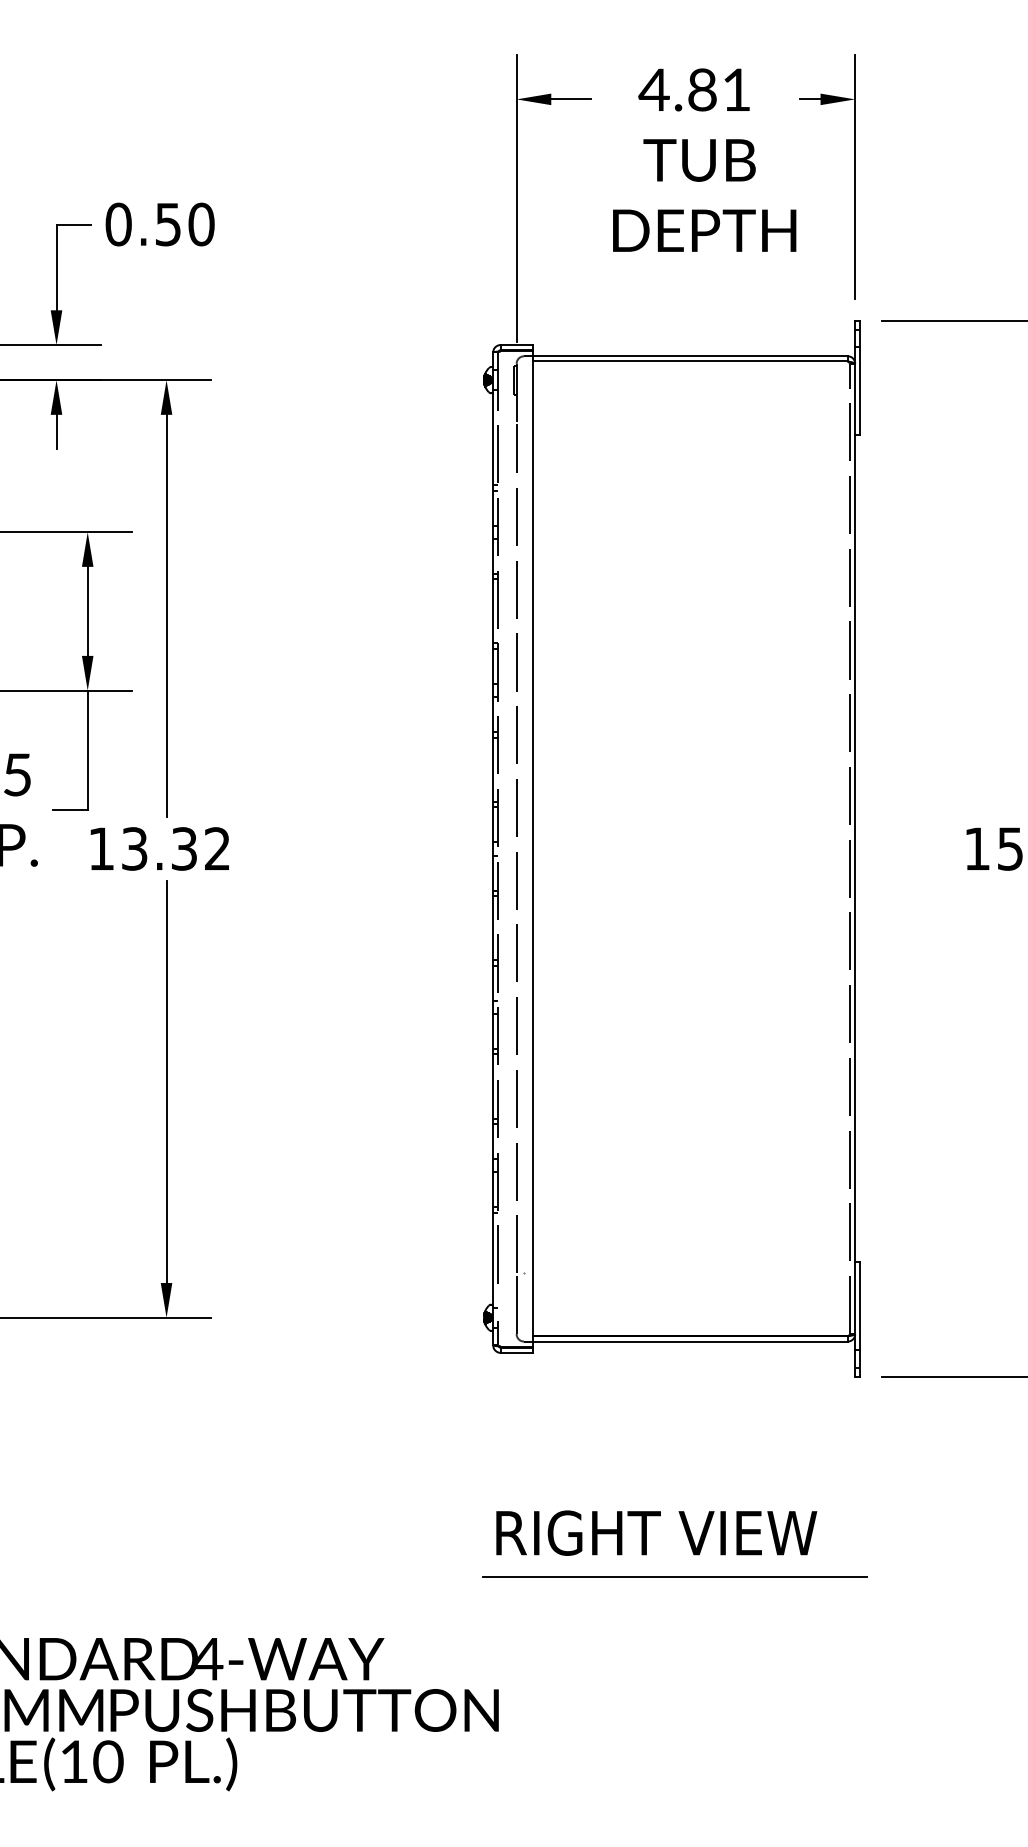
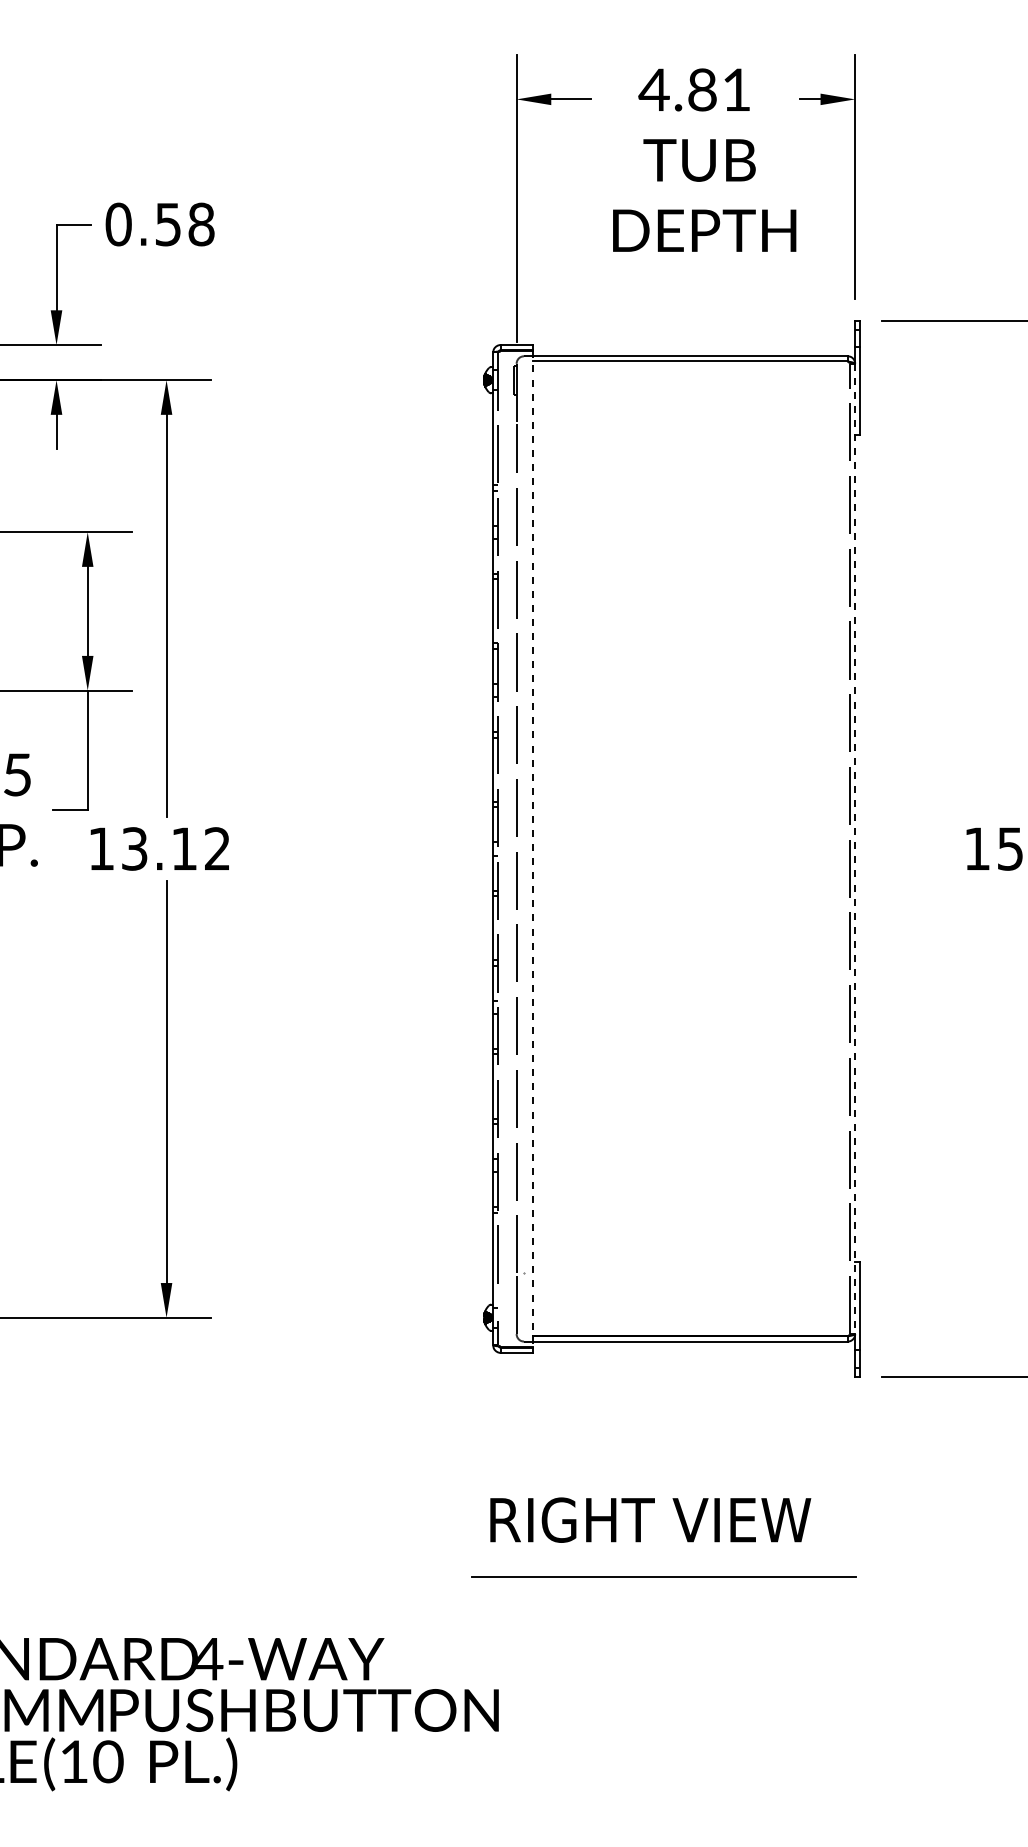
text at (201, 224): 0.50 -> 0.58
text at (184, 848): 13.32 -> 13.12
line at (532, 848): solid -> dashed
line at (855, 849): solid -> dashed
text at (656, 1532) position: (656, 1532) -> (650, 1519)
line at (674, 1576) position: (674, 1576) -> (663, 1576)
